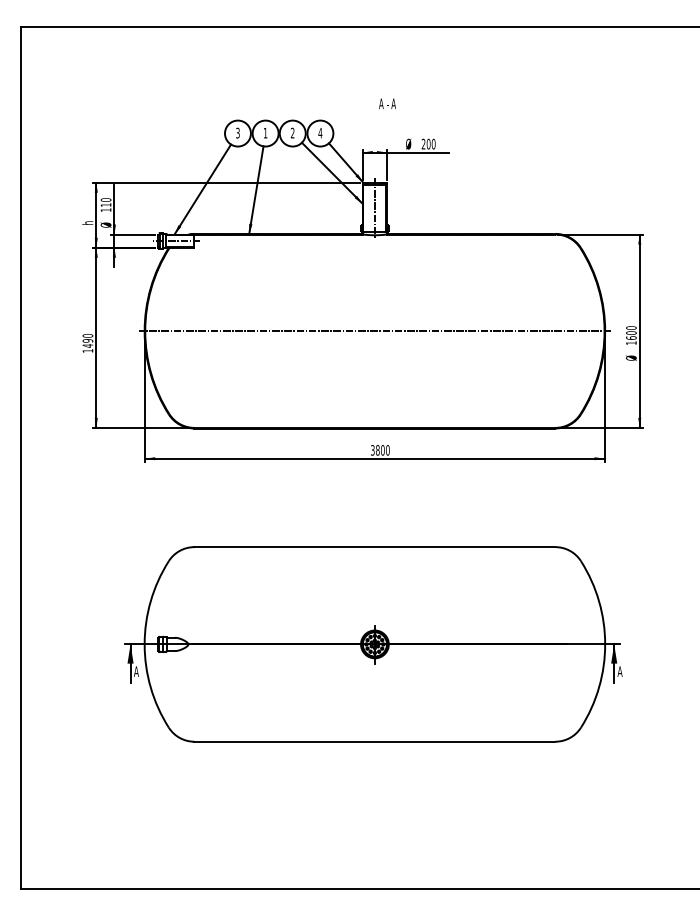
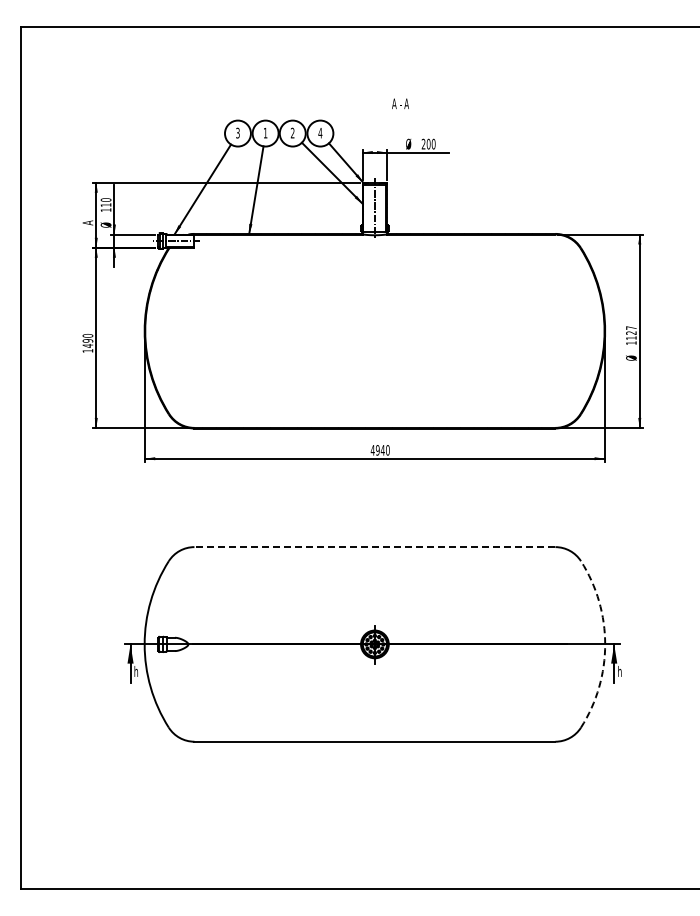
text at (387, 103) position: (387, 103) -> (400, 103)
text at (87, 222): h -> A
line at (374, 331): present -> none
text at (631, 332): 1600 -> 1127
text at (377, 450): 3800 -> 4940
line at (374, 547): solid -> dashed
arc at (605, 644): solid -> dashed
text at (136, 671): A -> h
text at (619, 671): A -> h
